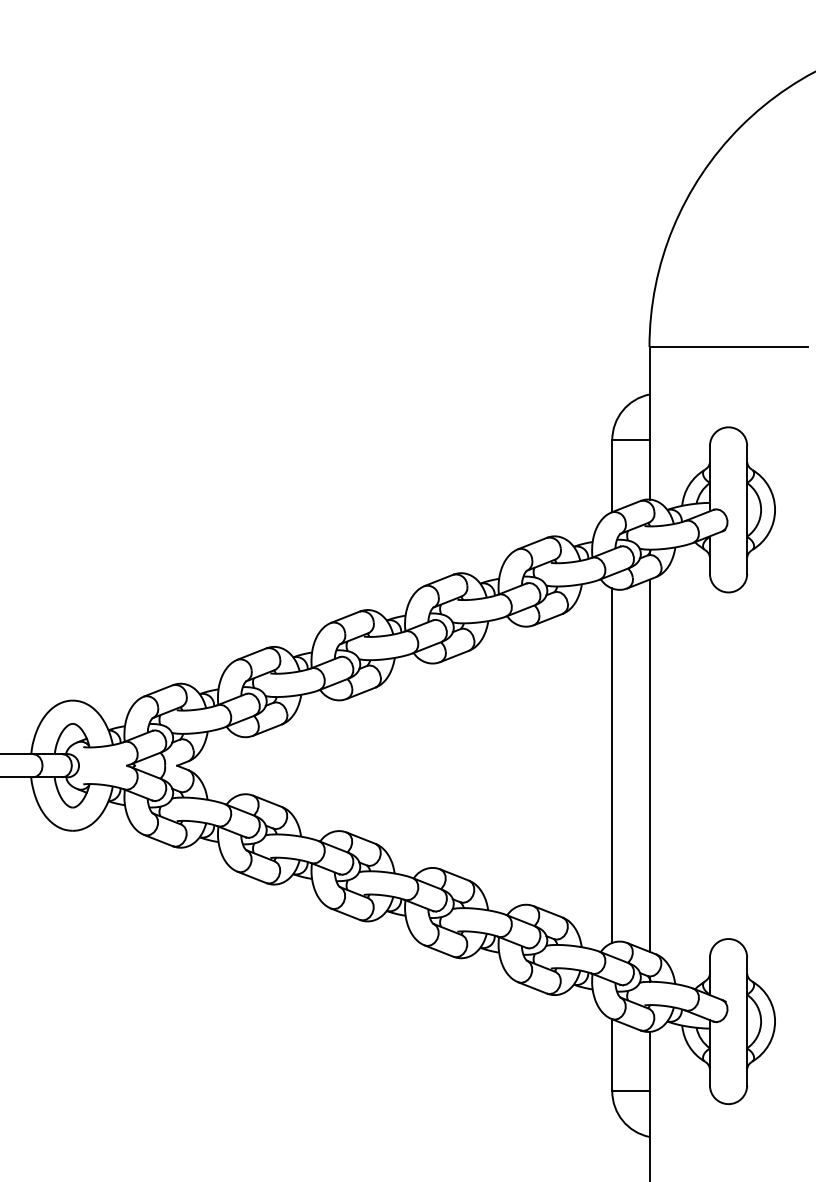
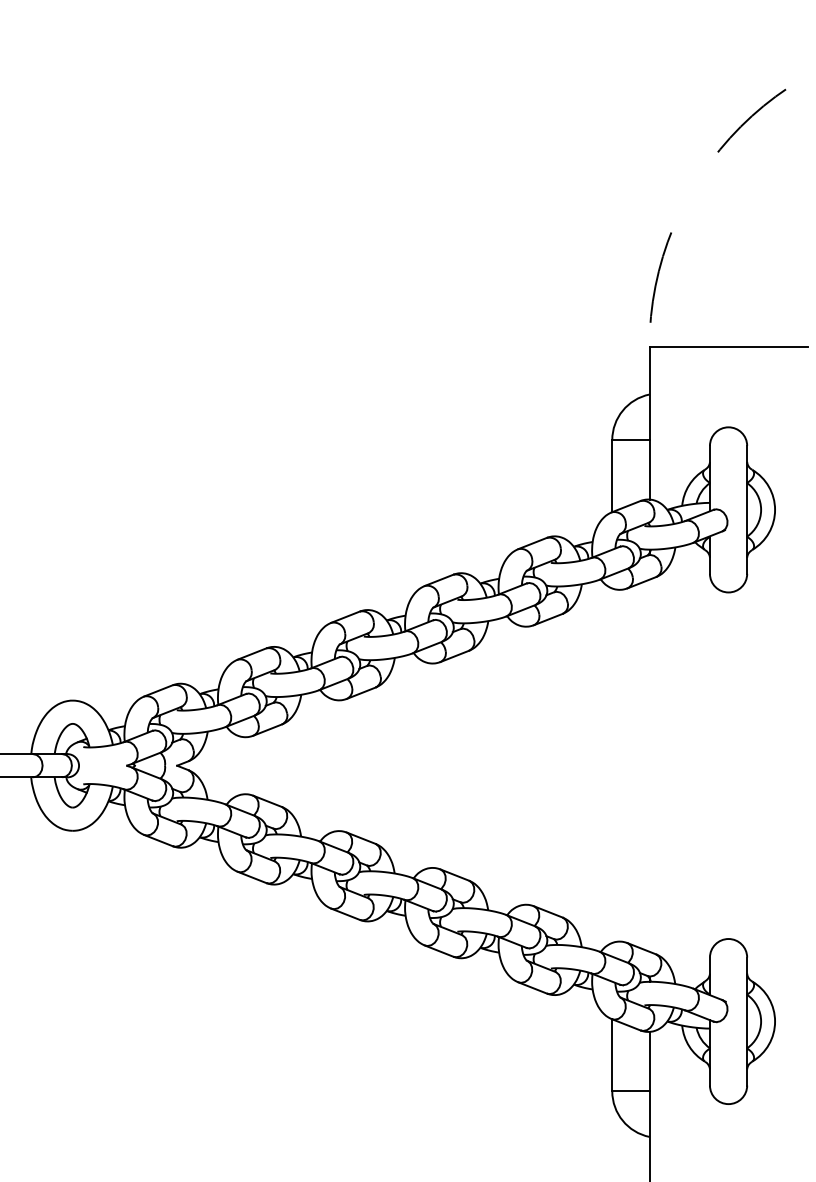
arc at (693, 187): solid -> dashed
line at (612, 765): present -> none
line at (649, 765): present -> none
